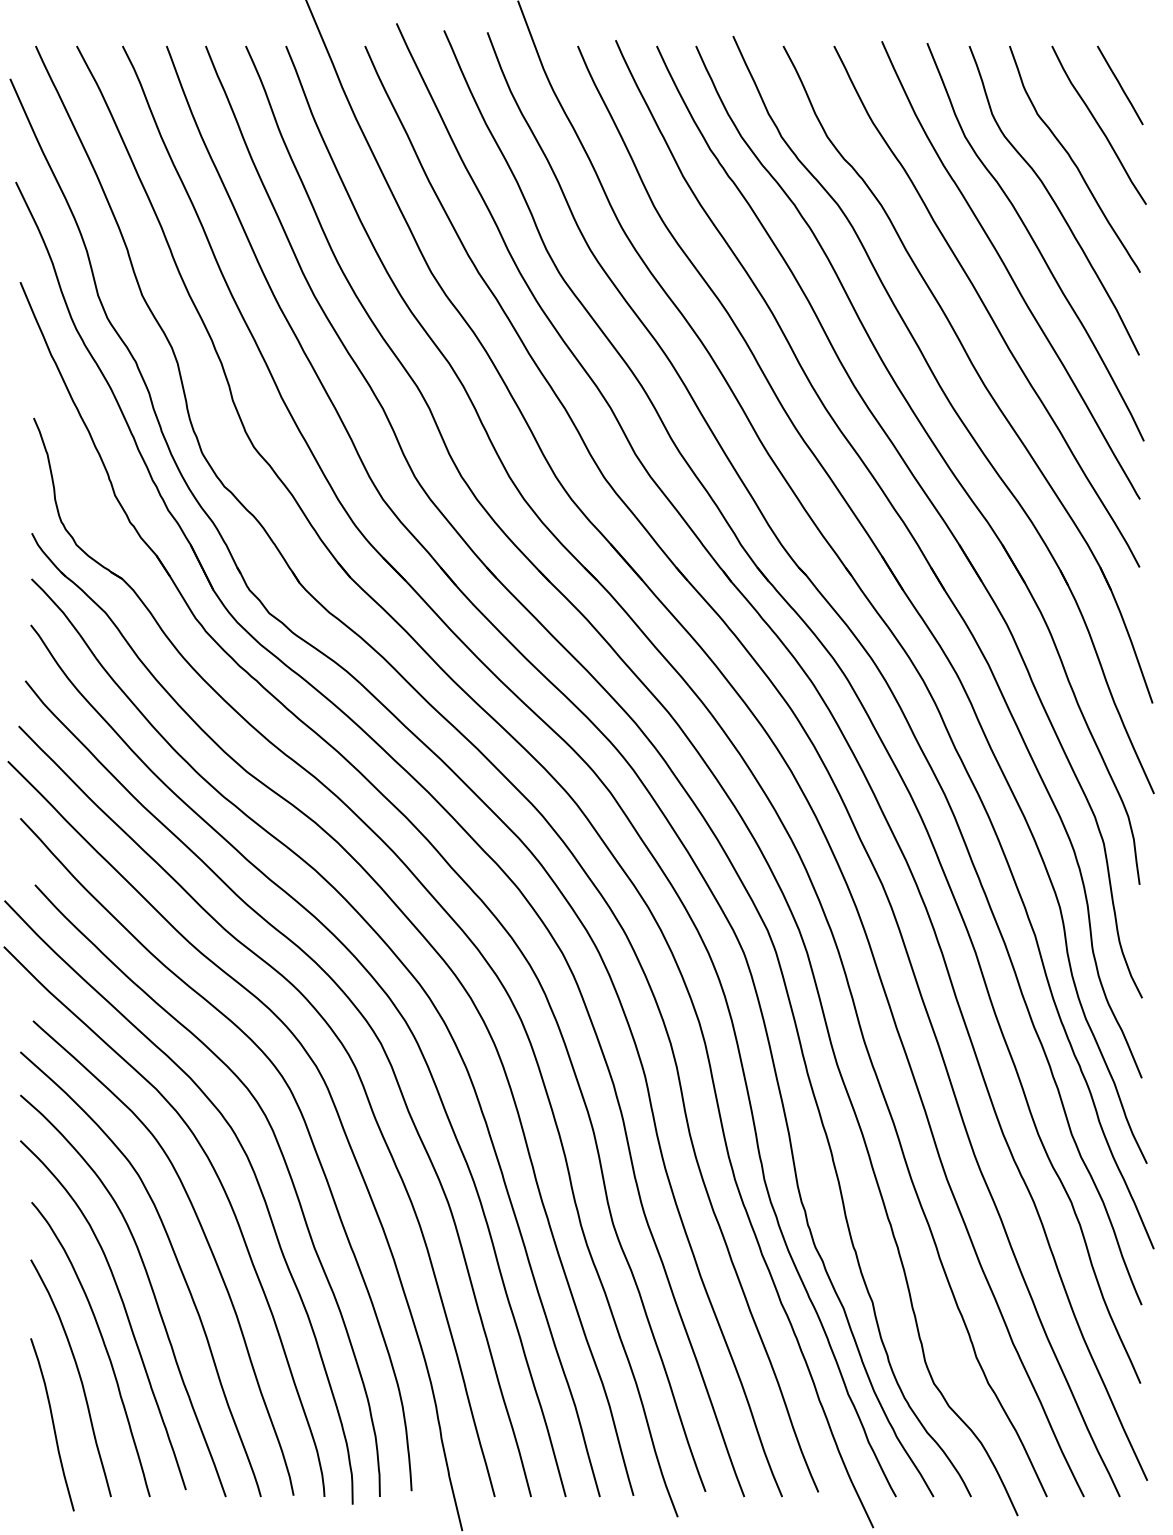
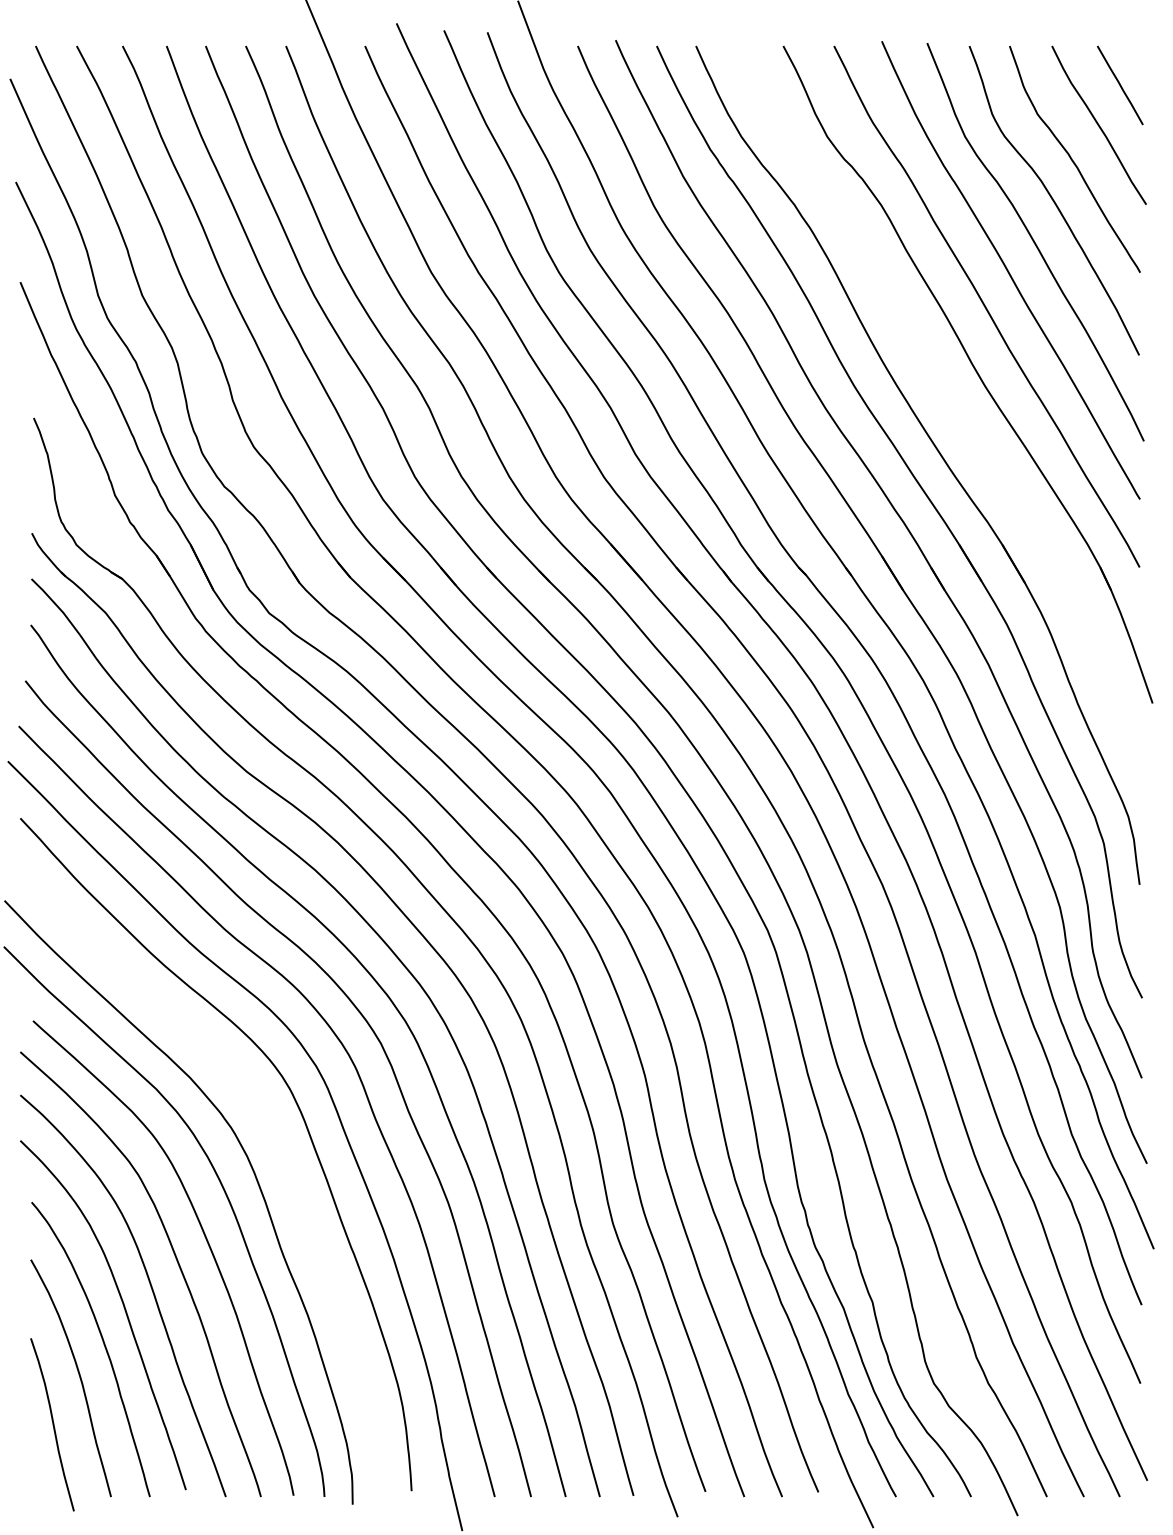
part at (953, 410): present -> none
curve at (284, 1163): present -> none
